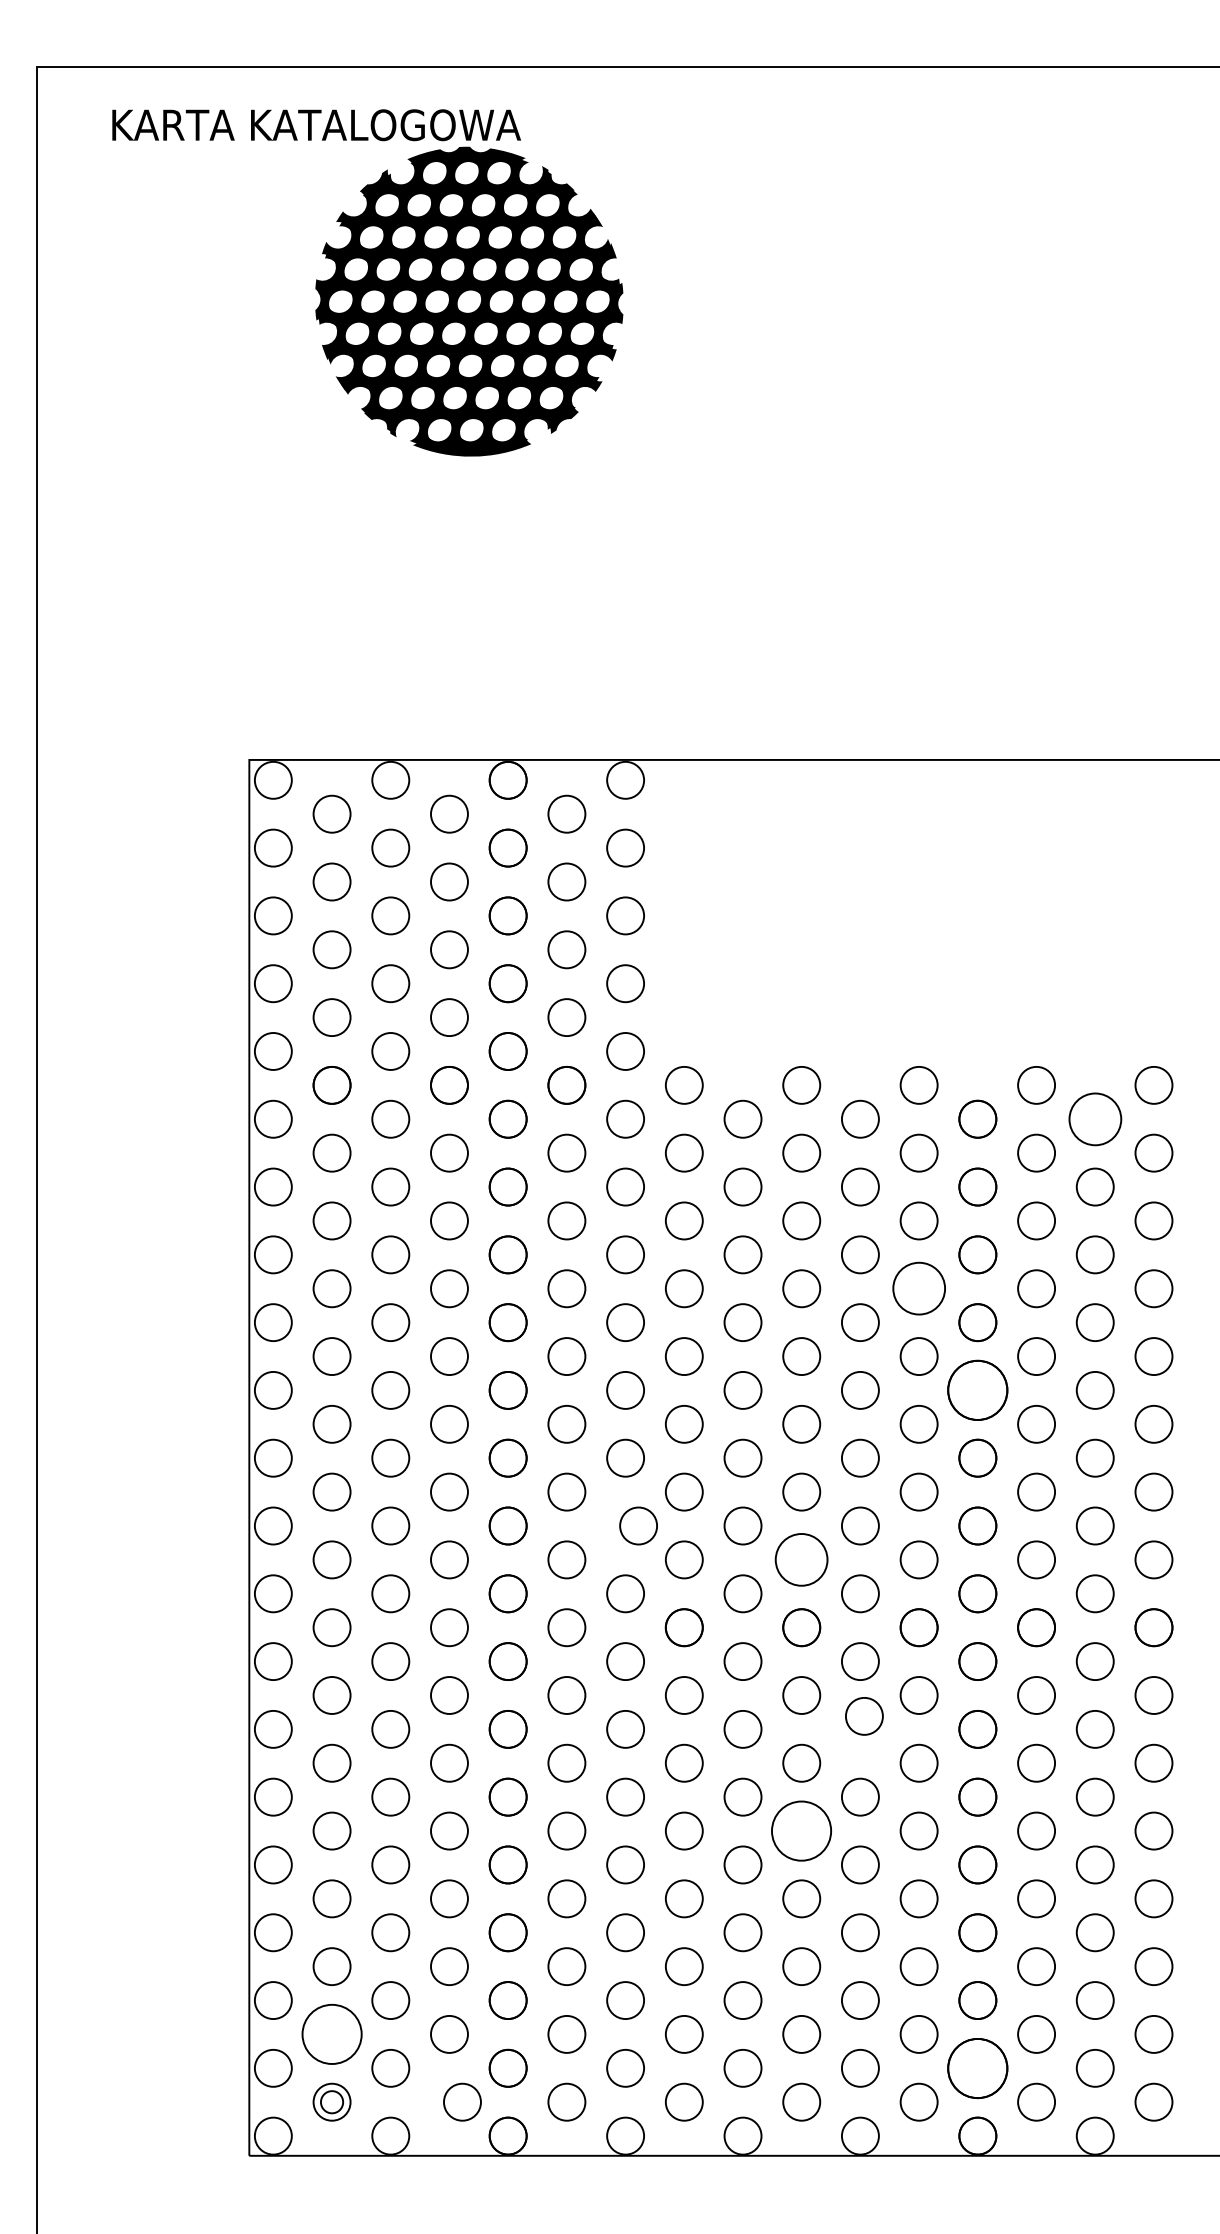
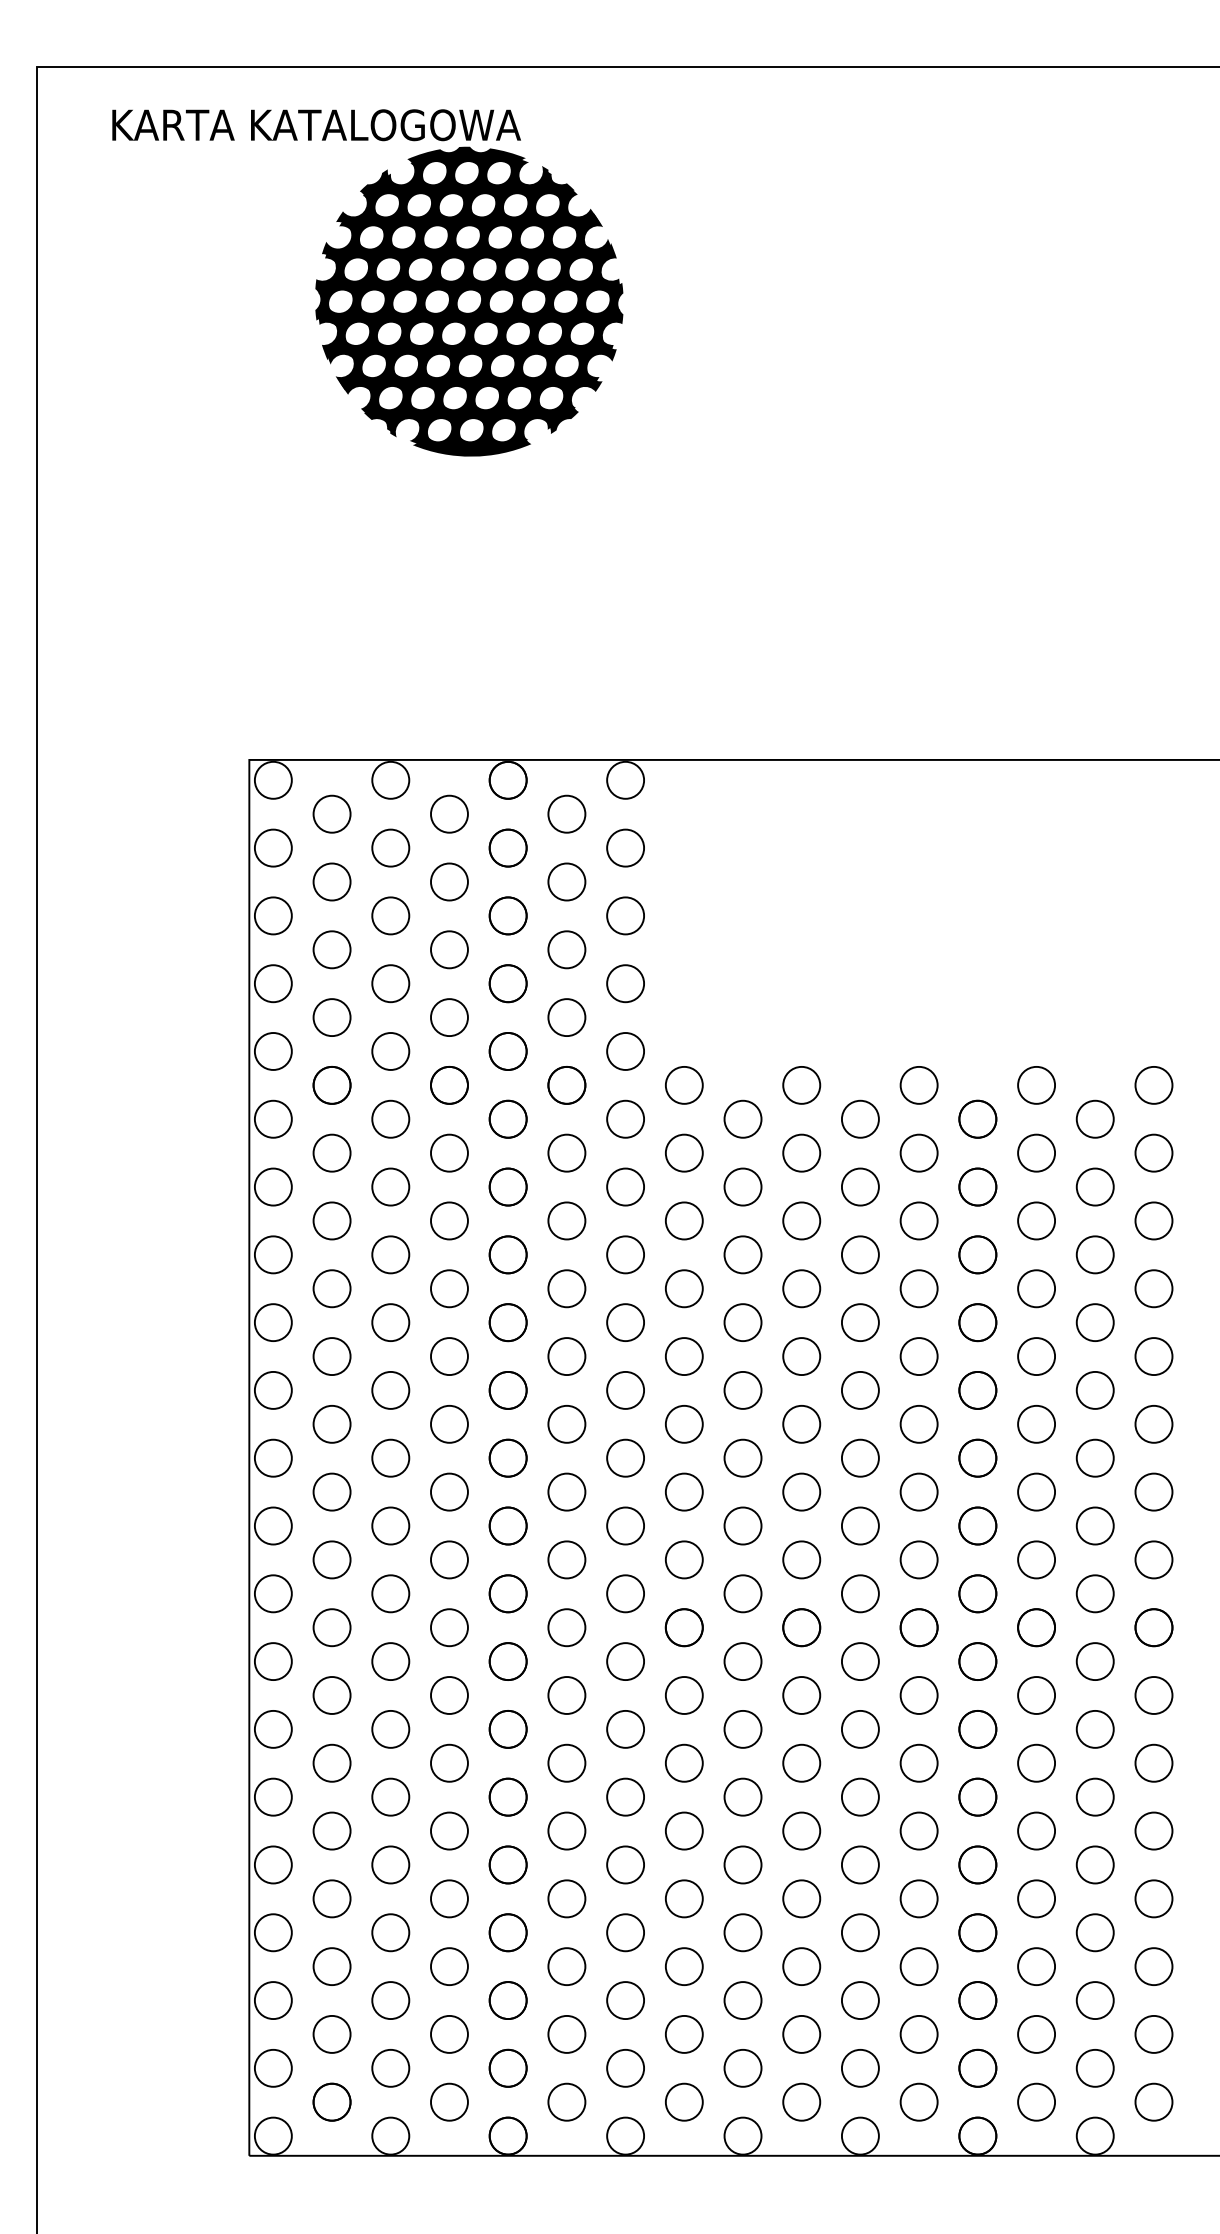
part at (1095, 1119) size: 55x55 px -> 40x40 px
part at (918, 1288) size: 54x55 px -> 40x40 px
part at (977, 1389) size: 62x62 px -> 40x39 px
part at (638, 1525) position: (638, 1525) -> (625, 1525)
part at (801, 1559) size: 55x54 px -> 40x40 px
part at (864, 1716) position: (864, 1716) -> (860, 1729)
part at (801, 1830) size: 61x62 px -> 40x40 px
part at (331, 2034) size: 62x61 px -> 40x39 px
part at (977, 2068) size: 62x62 px -> 40x40 px
part at (462, 2101) position: (462, 2101) -> (449, 2101)
circle at (331, 2102) diameter: 22 px -> 37 px
